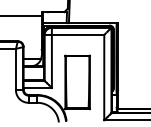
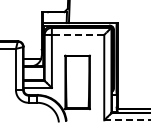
line at (21, 15): present -> none
line at (77, 34): solid -> dashed
line at (127, 120): solid -> dashed
